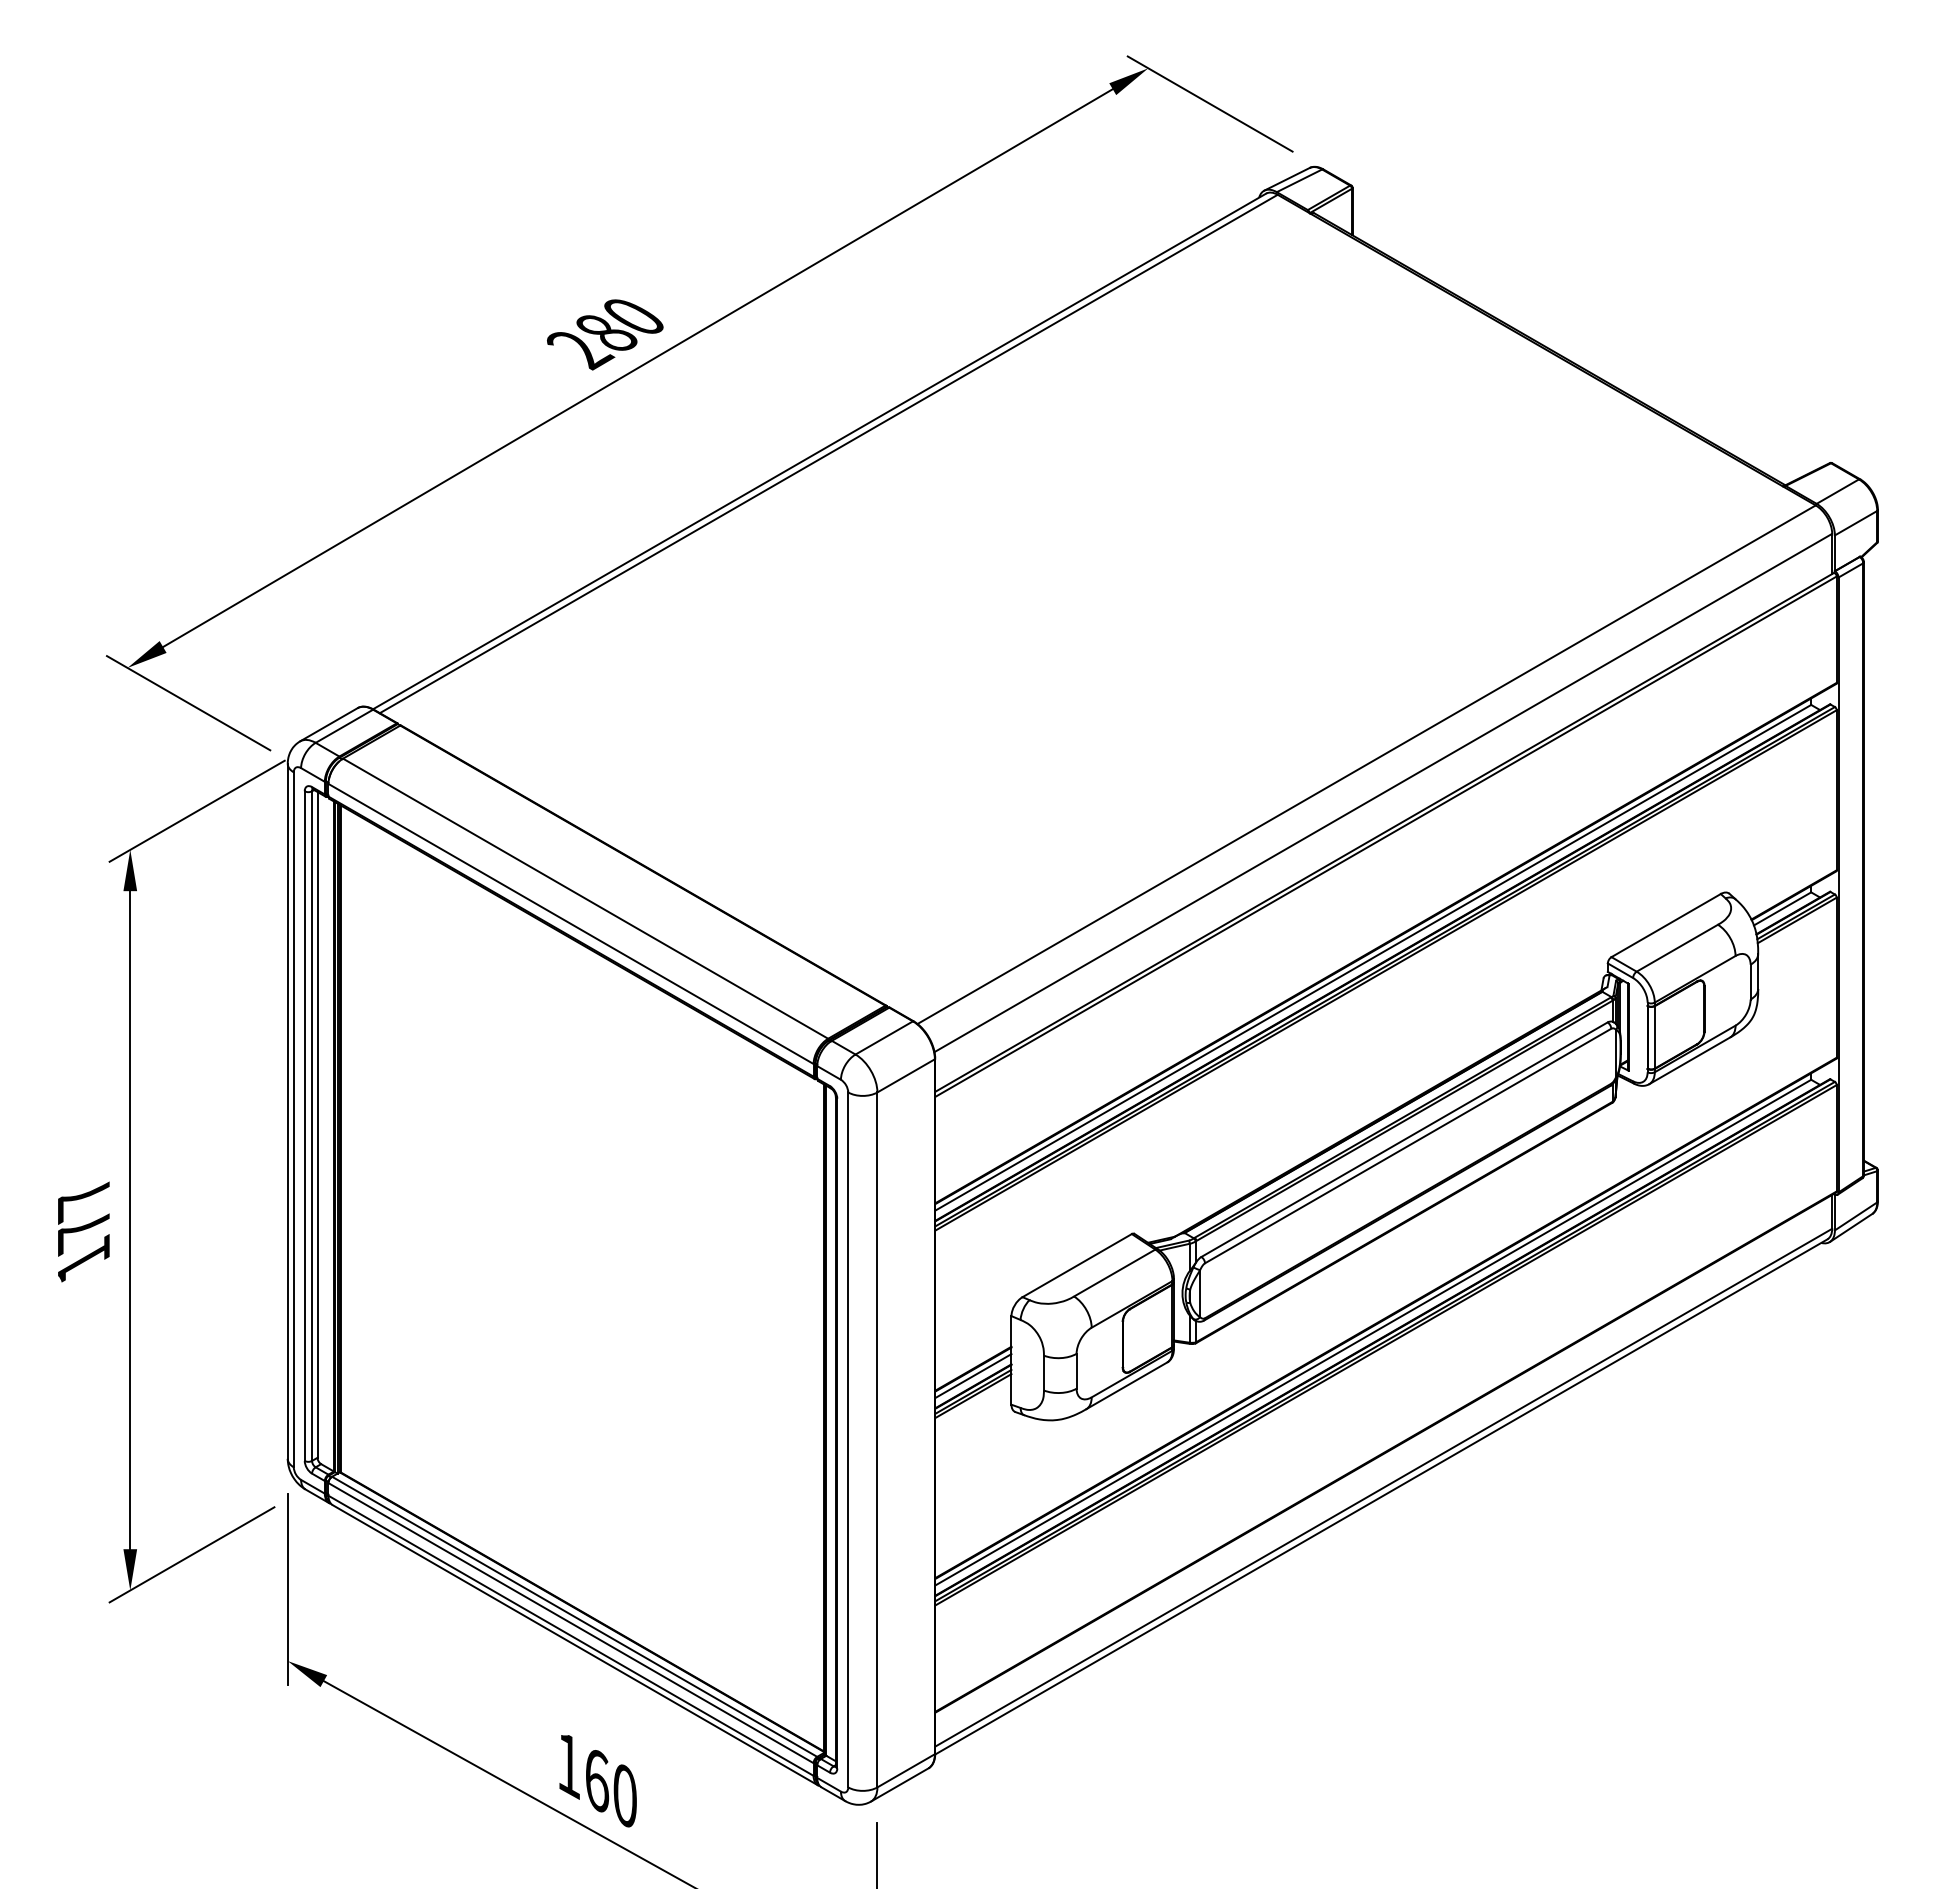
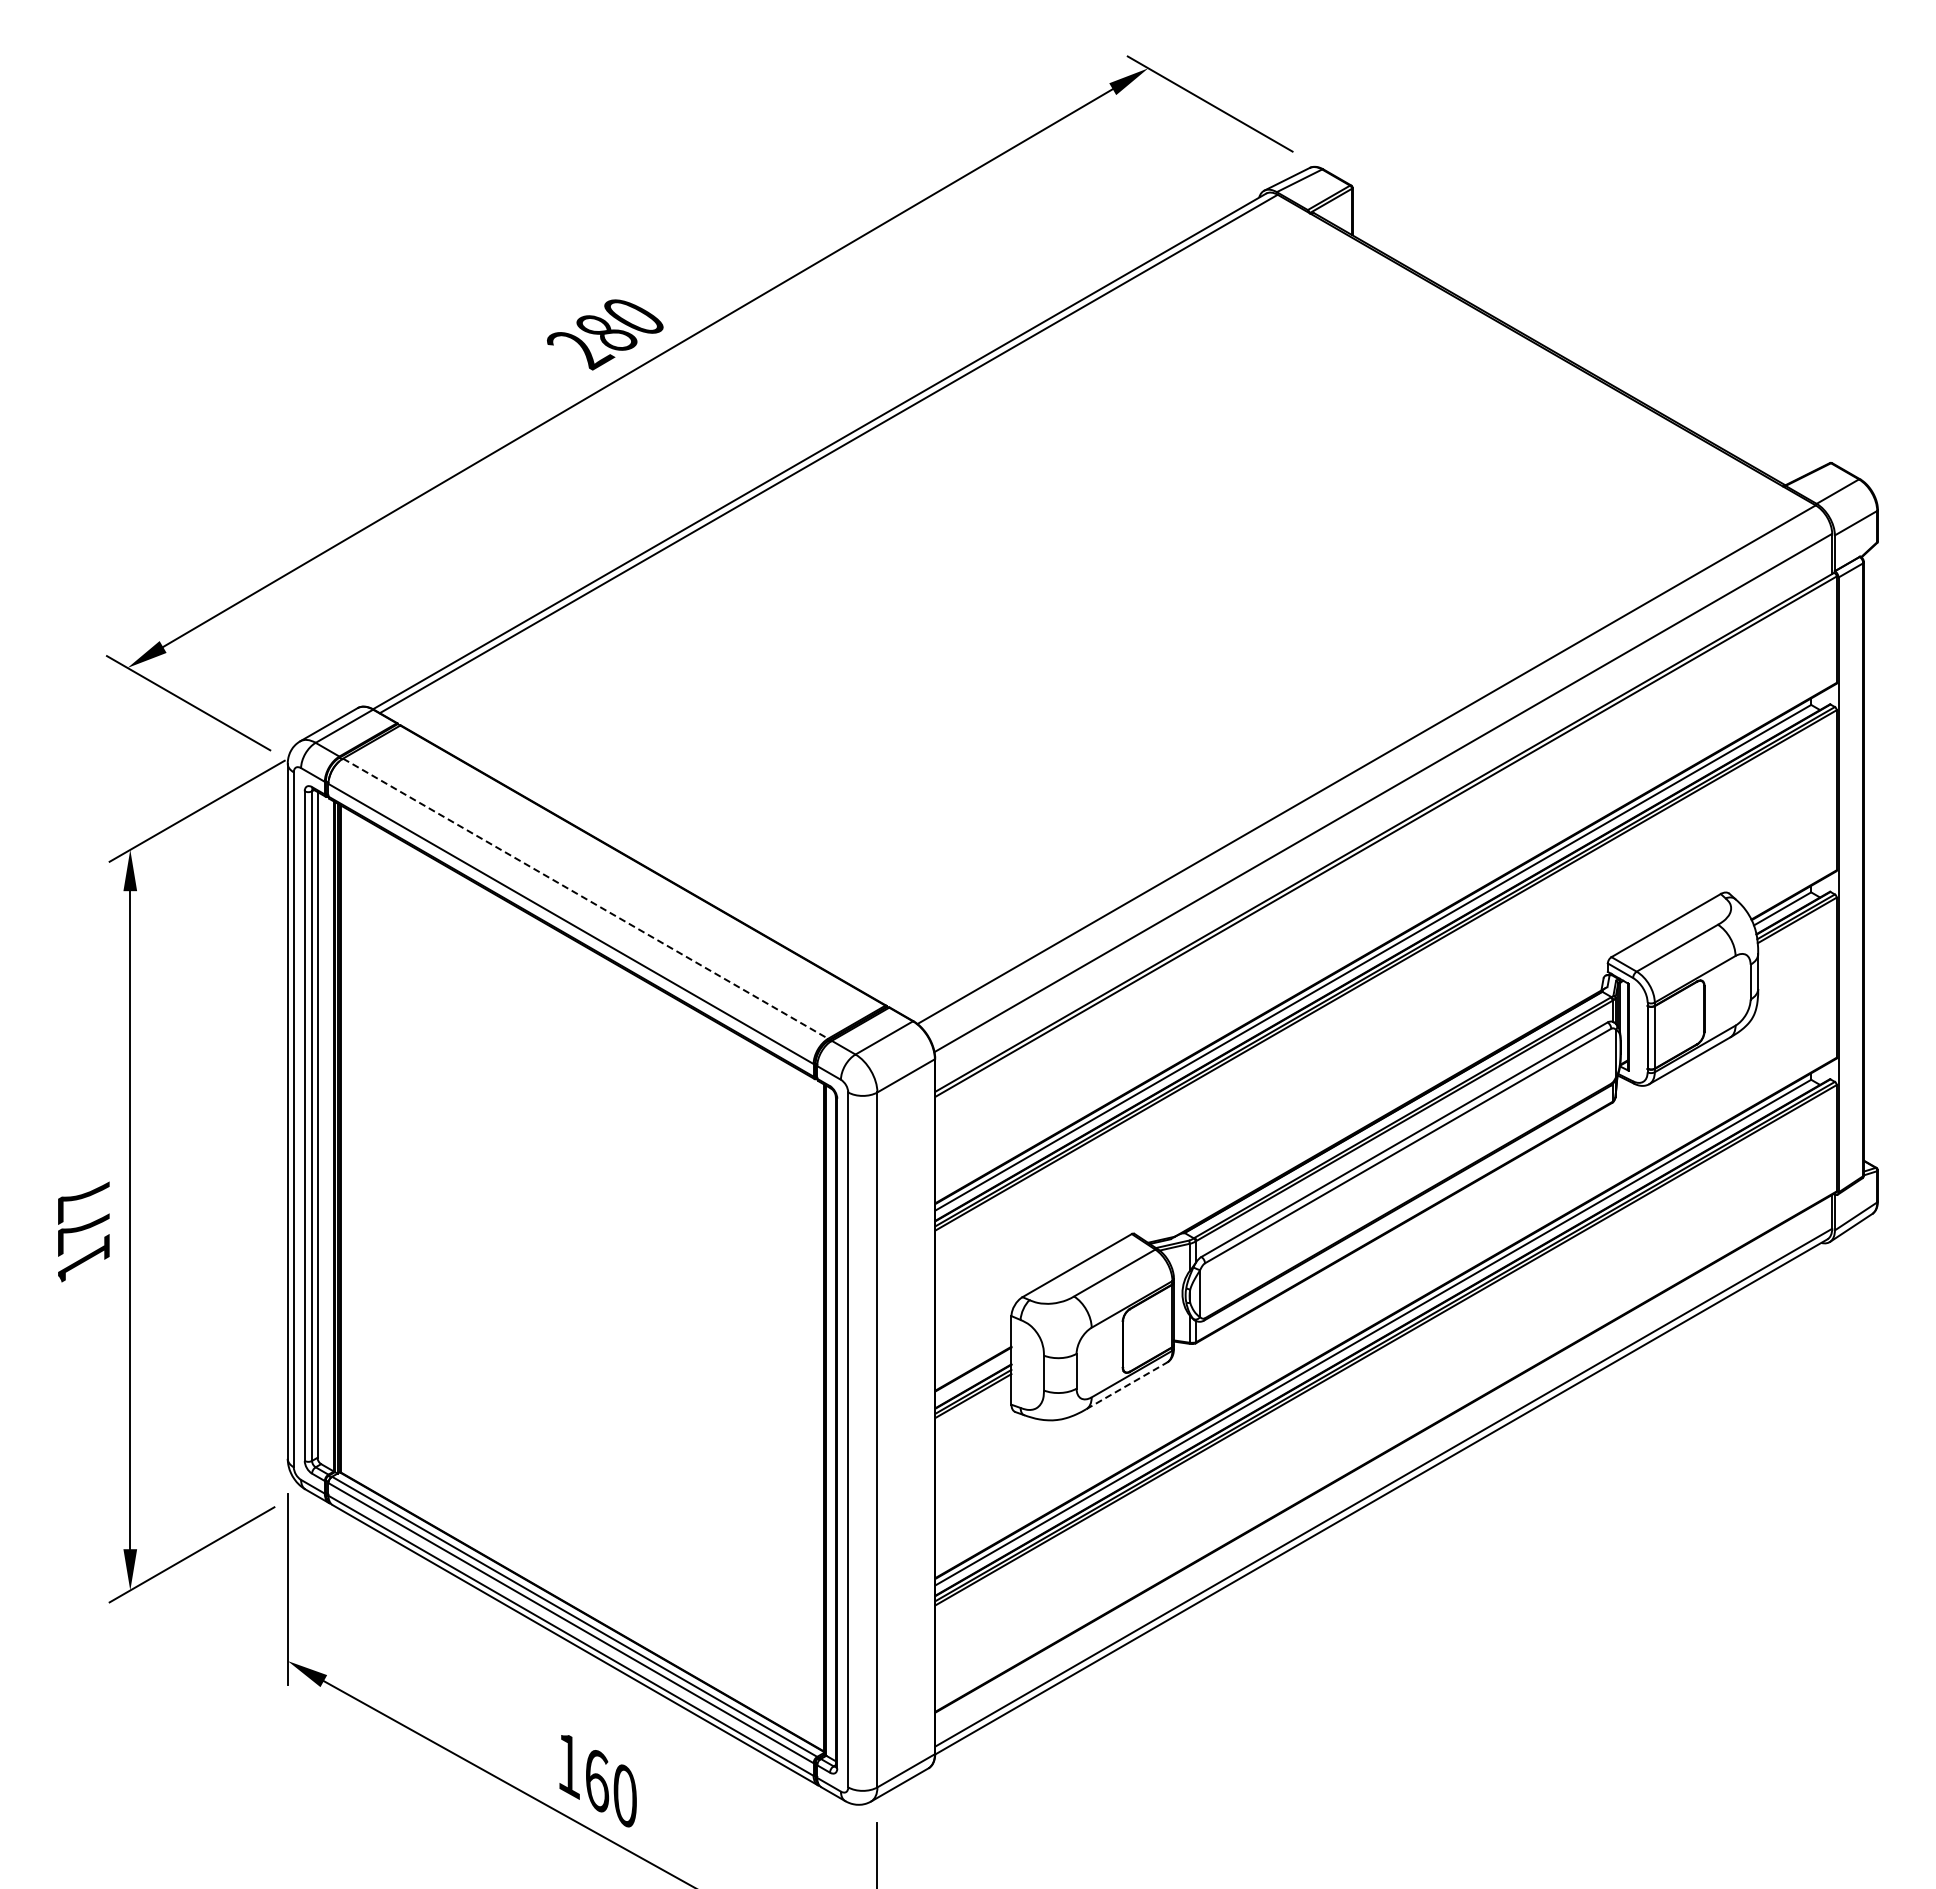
line at (586, 898): solid -> dashed
line at (973, 1376): present -> none
line at (1126, 1385): solid -> dashed
